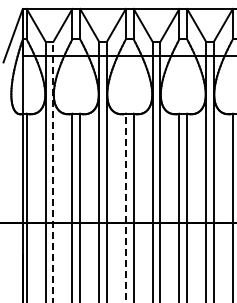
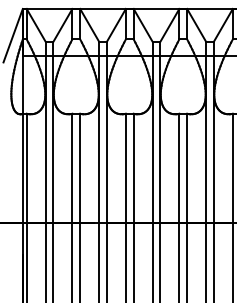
line at (53, 171): dashed -> solid
line at (125, 207): dashed -> solid
